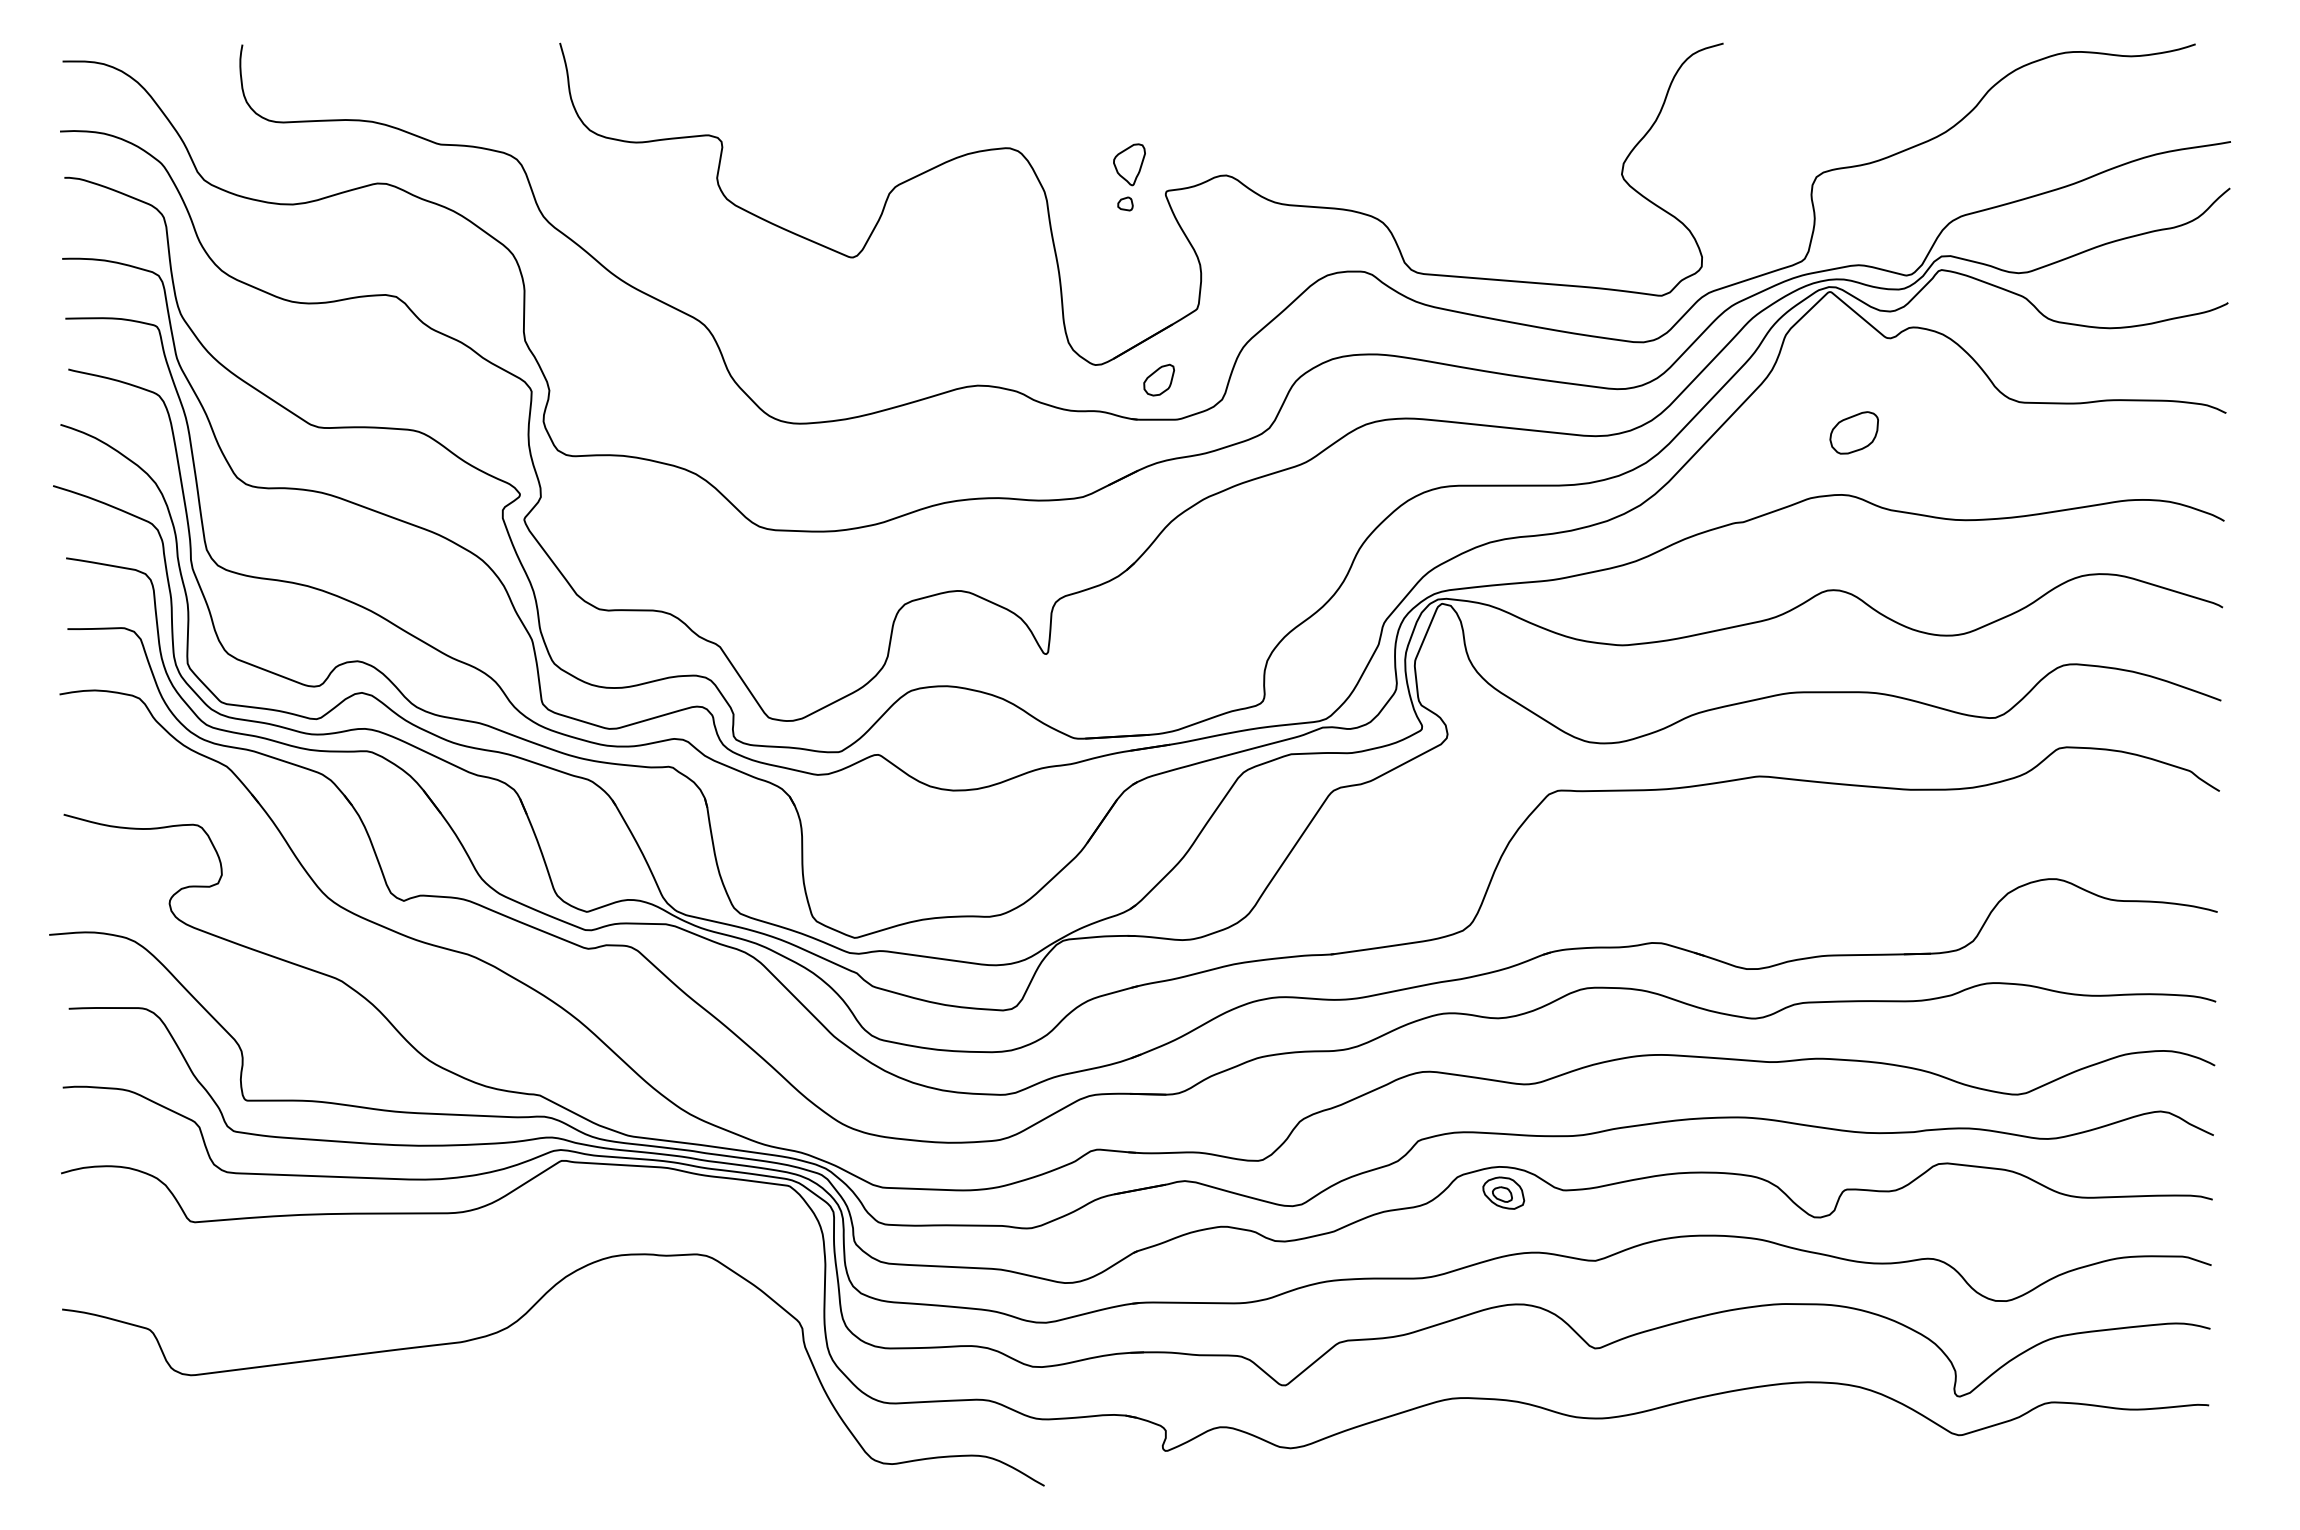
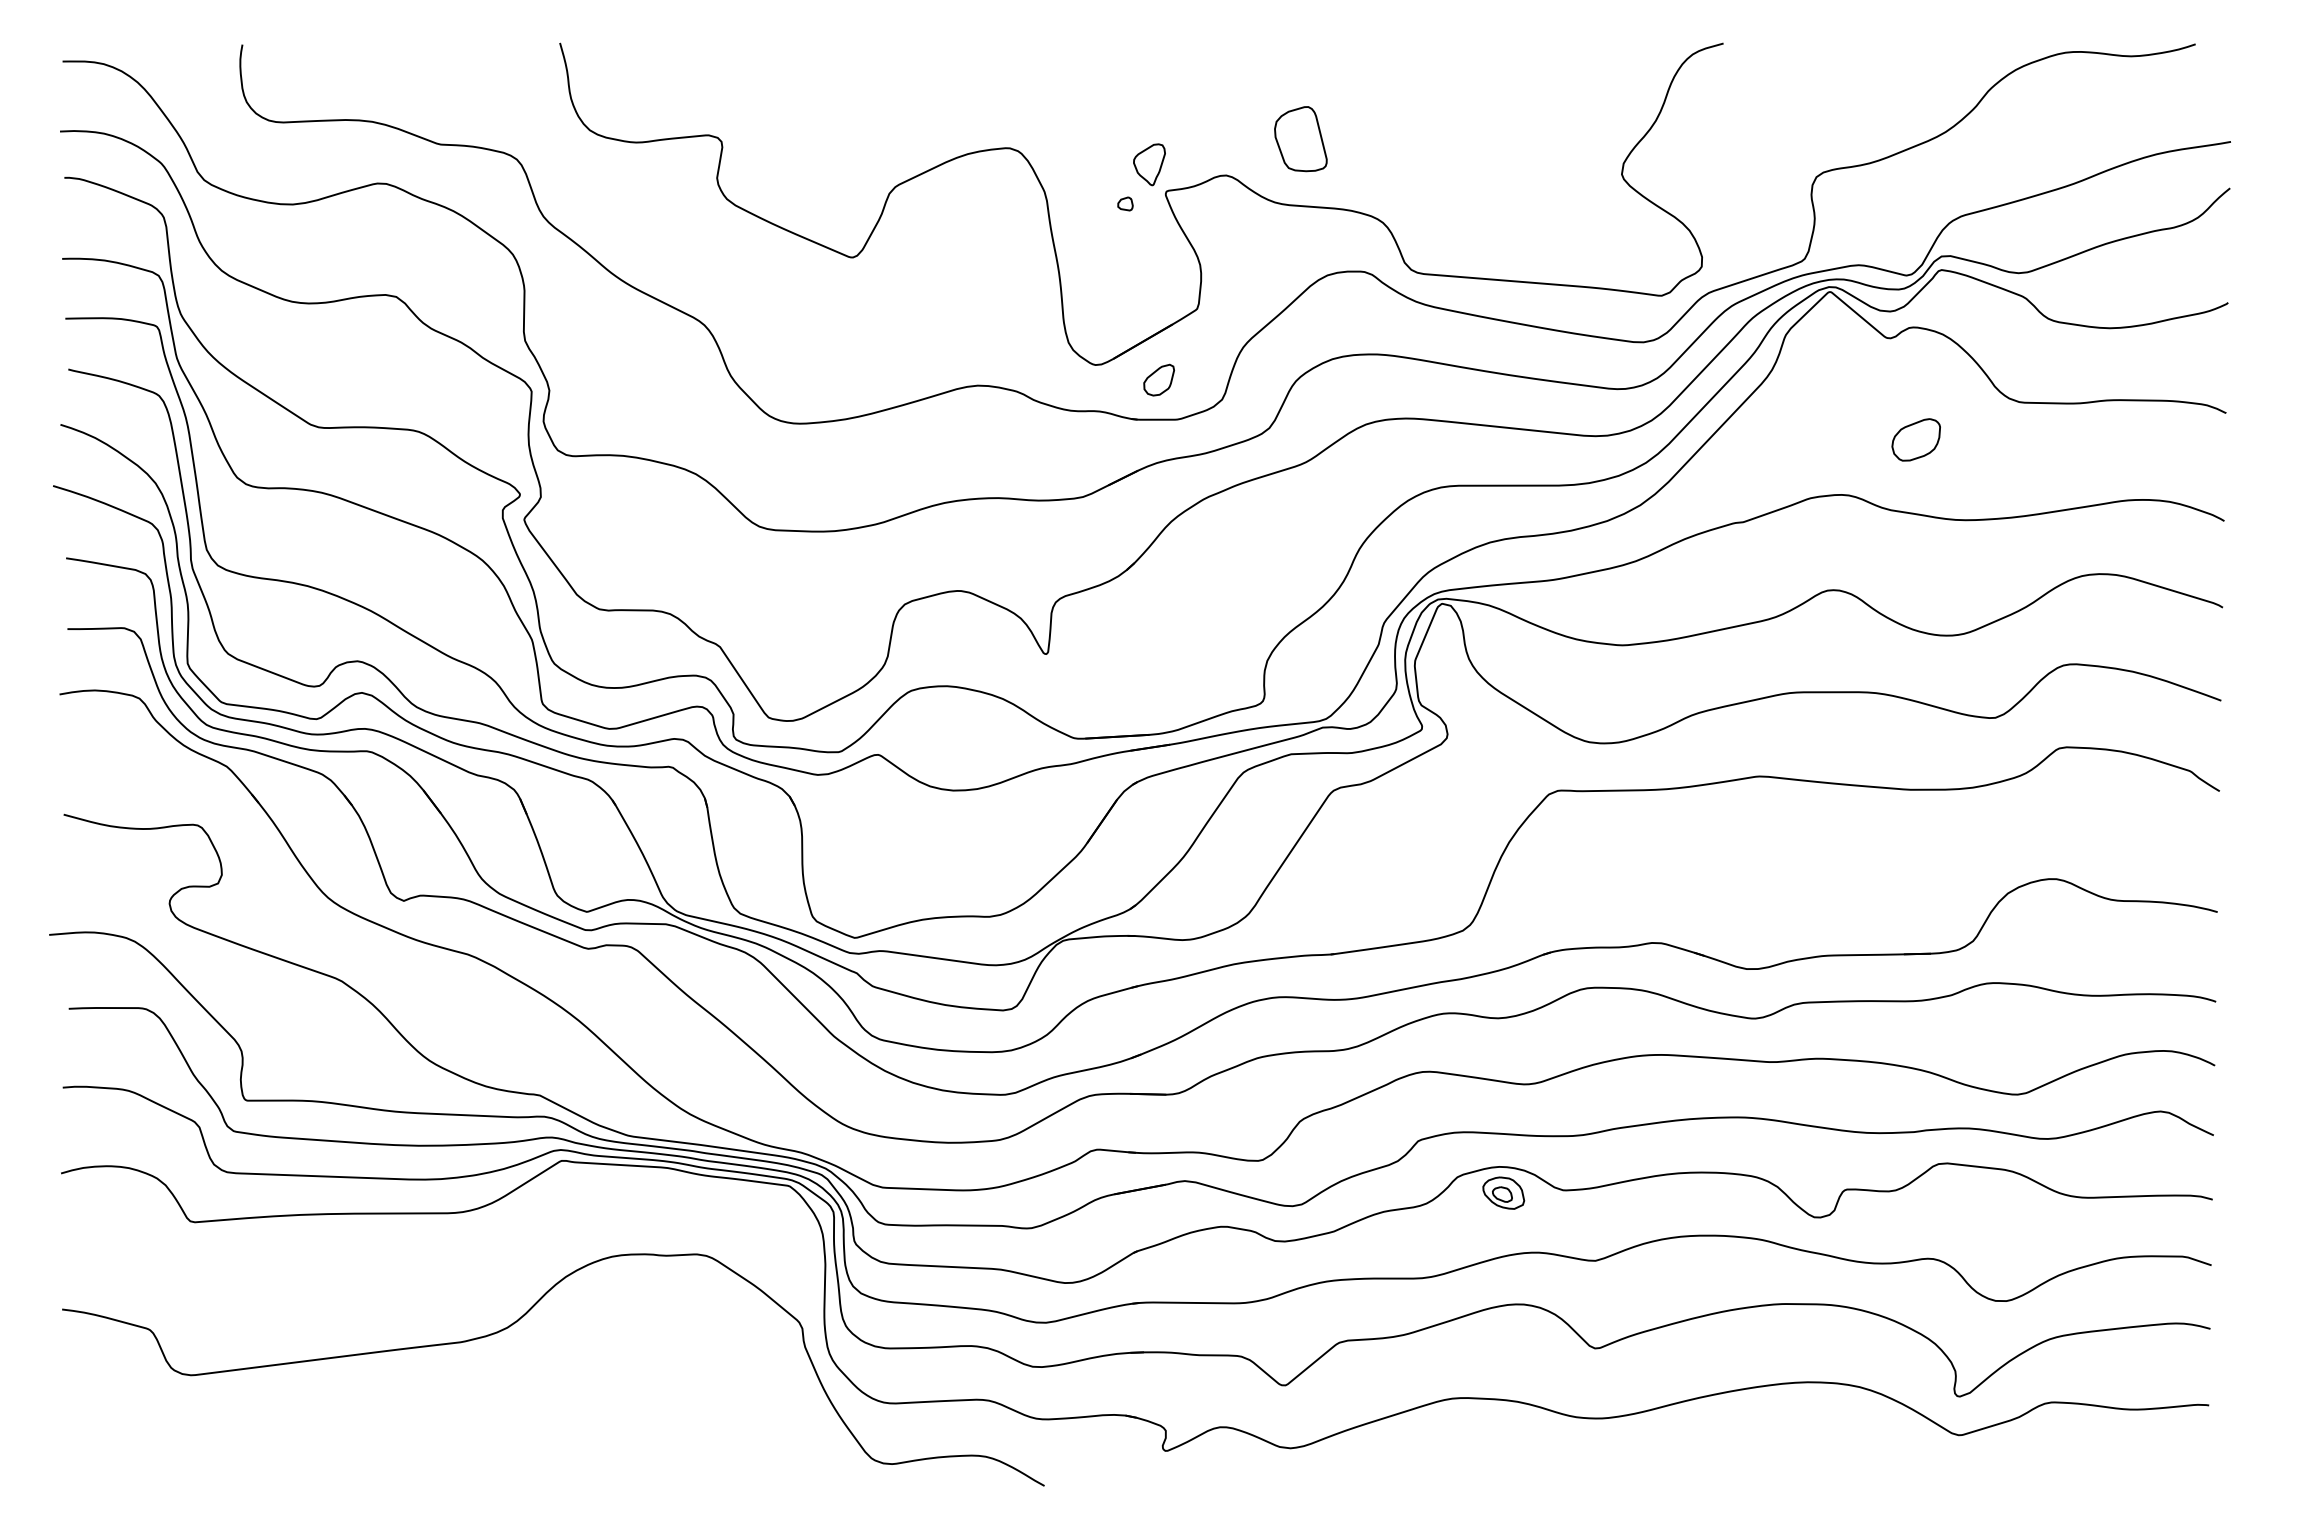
part at (1300, 139): none -> present
part at (1129, 164) position: (1129, 164) -> (1149, 164)
part at (1853, 432) position: (1853, 432) -> (1915, 439)
